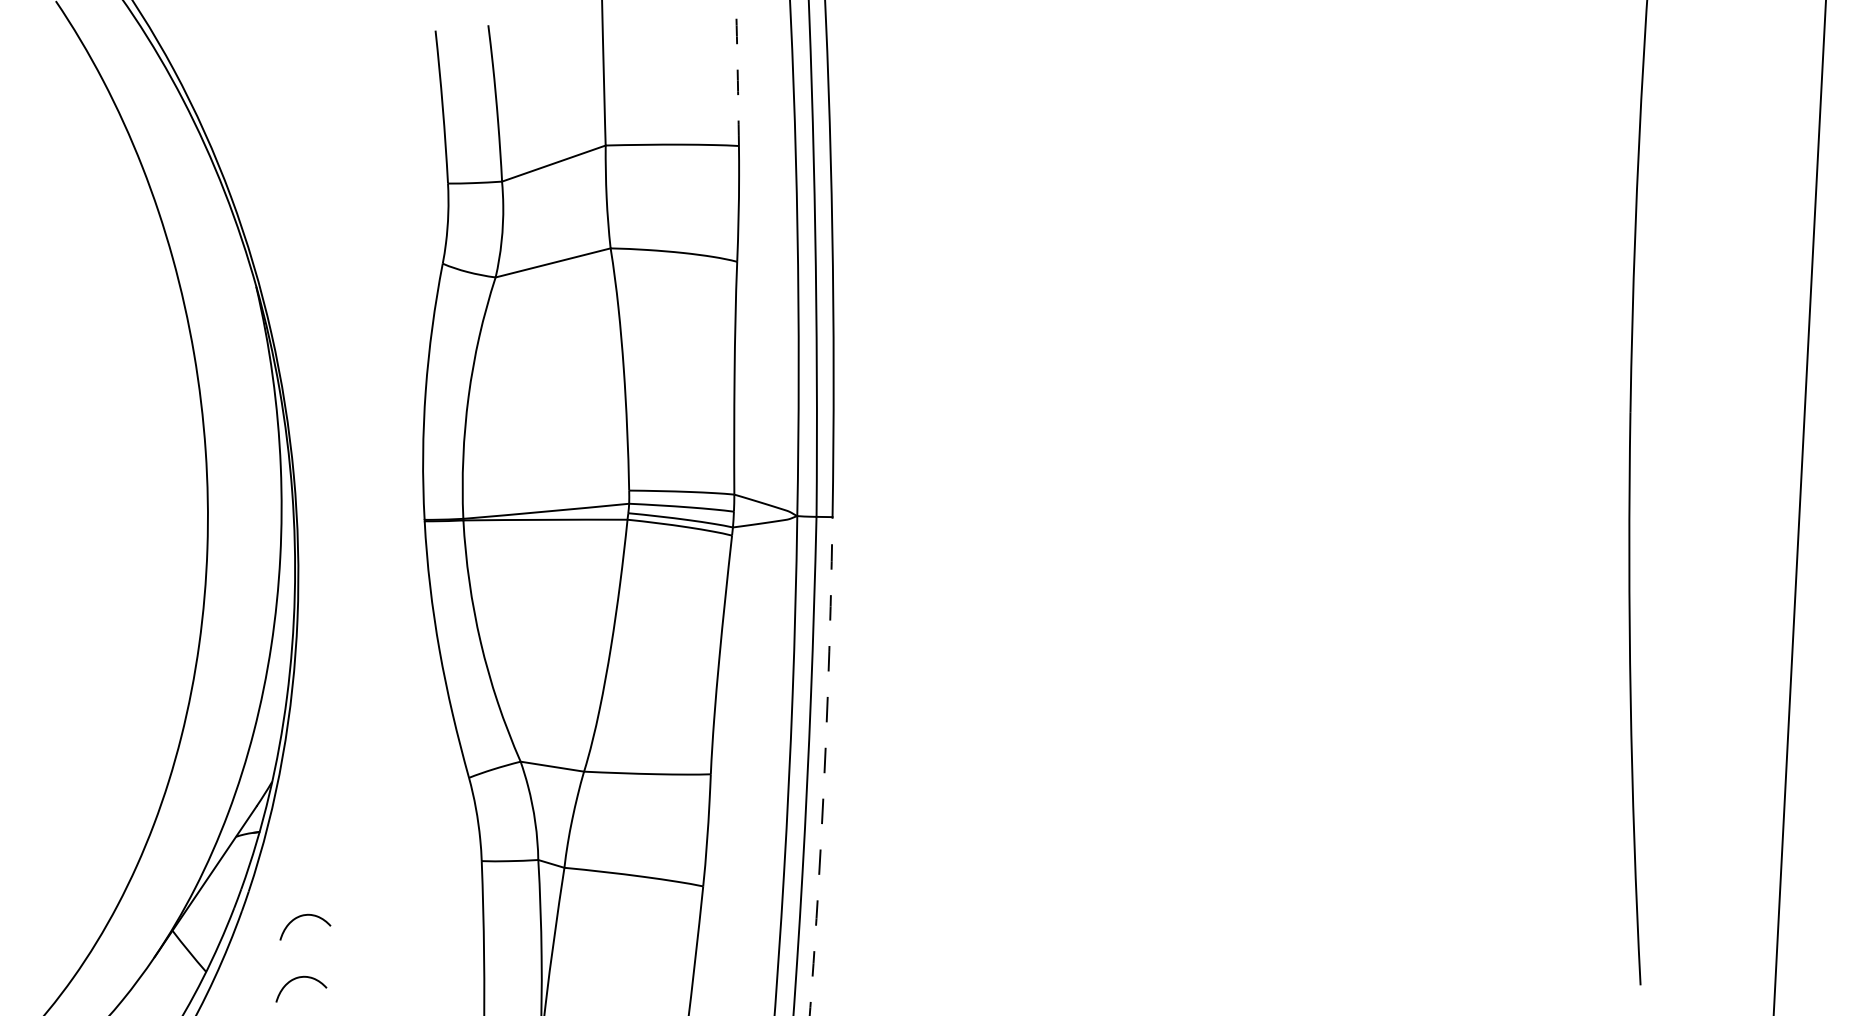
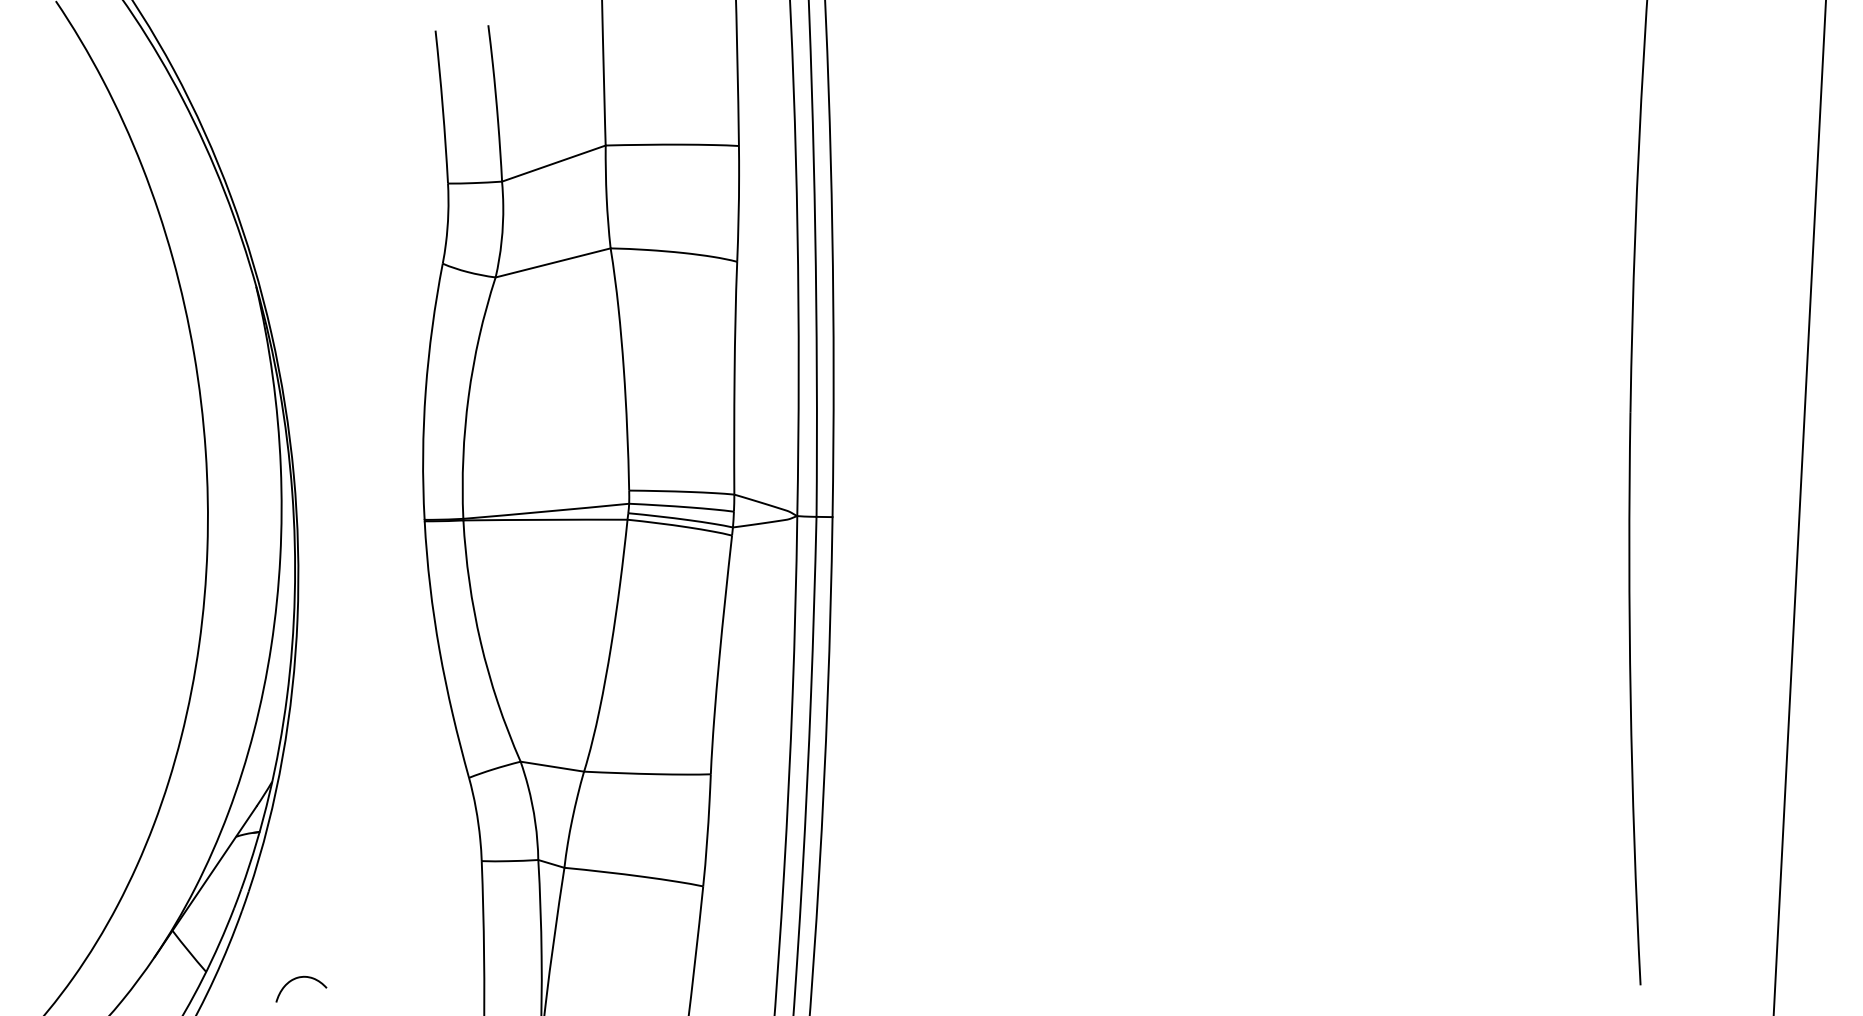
arc at (737, 72): dashed -> solid
arc at (824, 767): dashed -> solid
curve at (304, 916): present -> none
